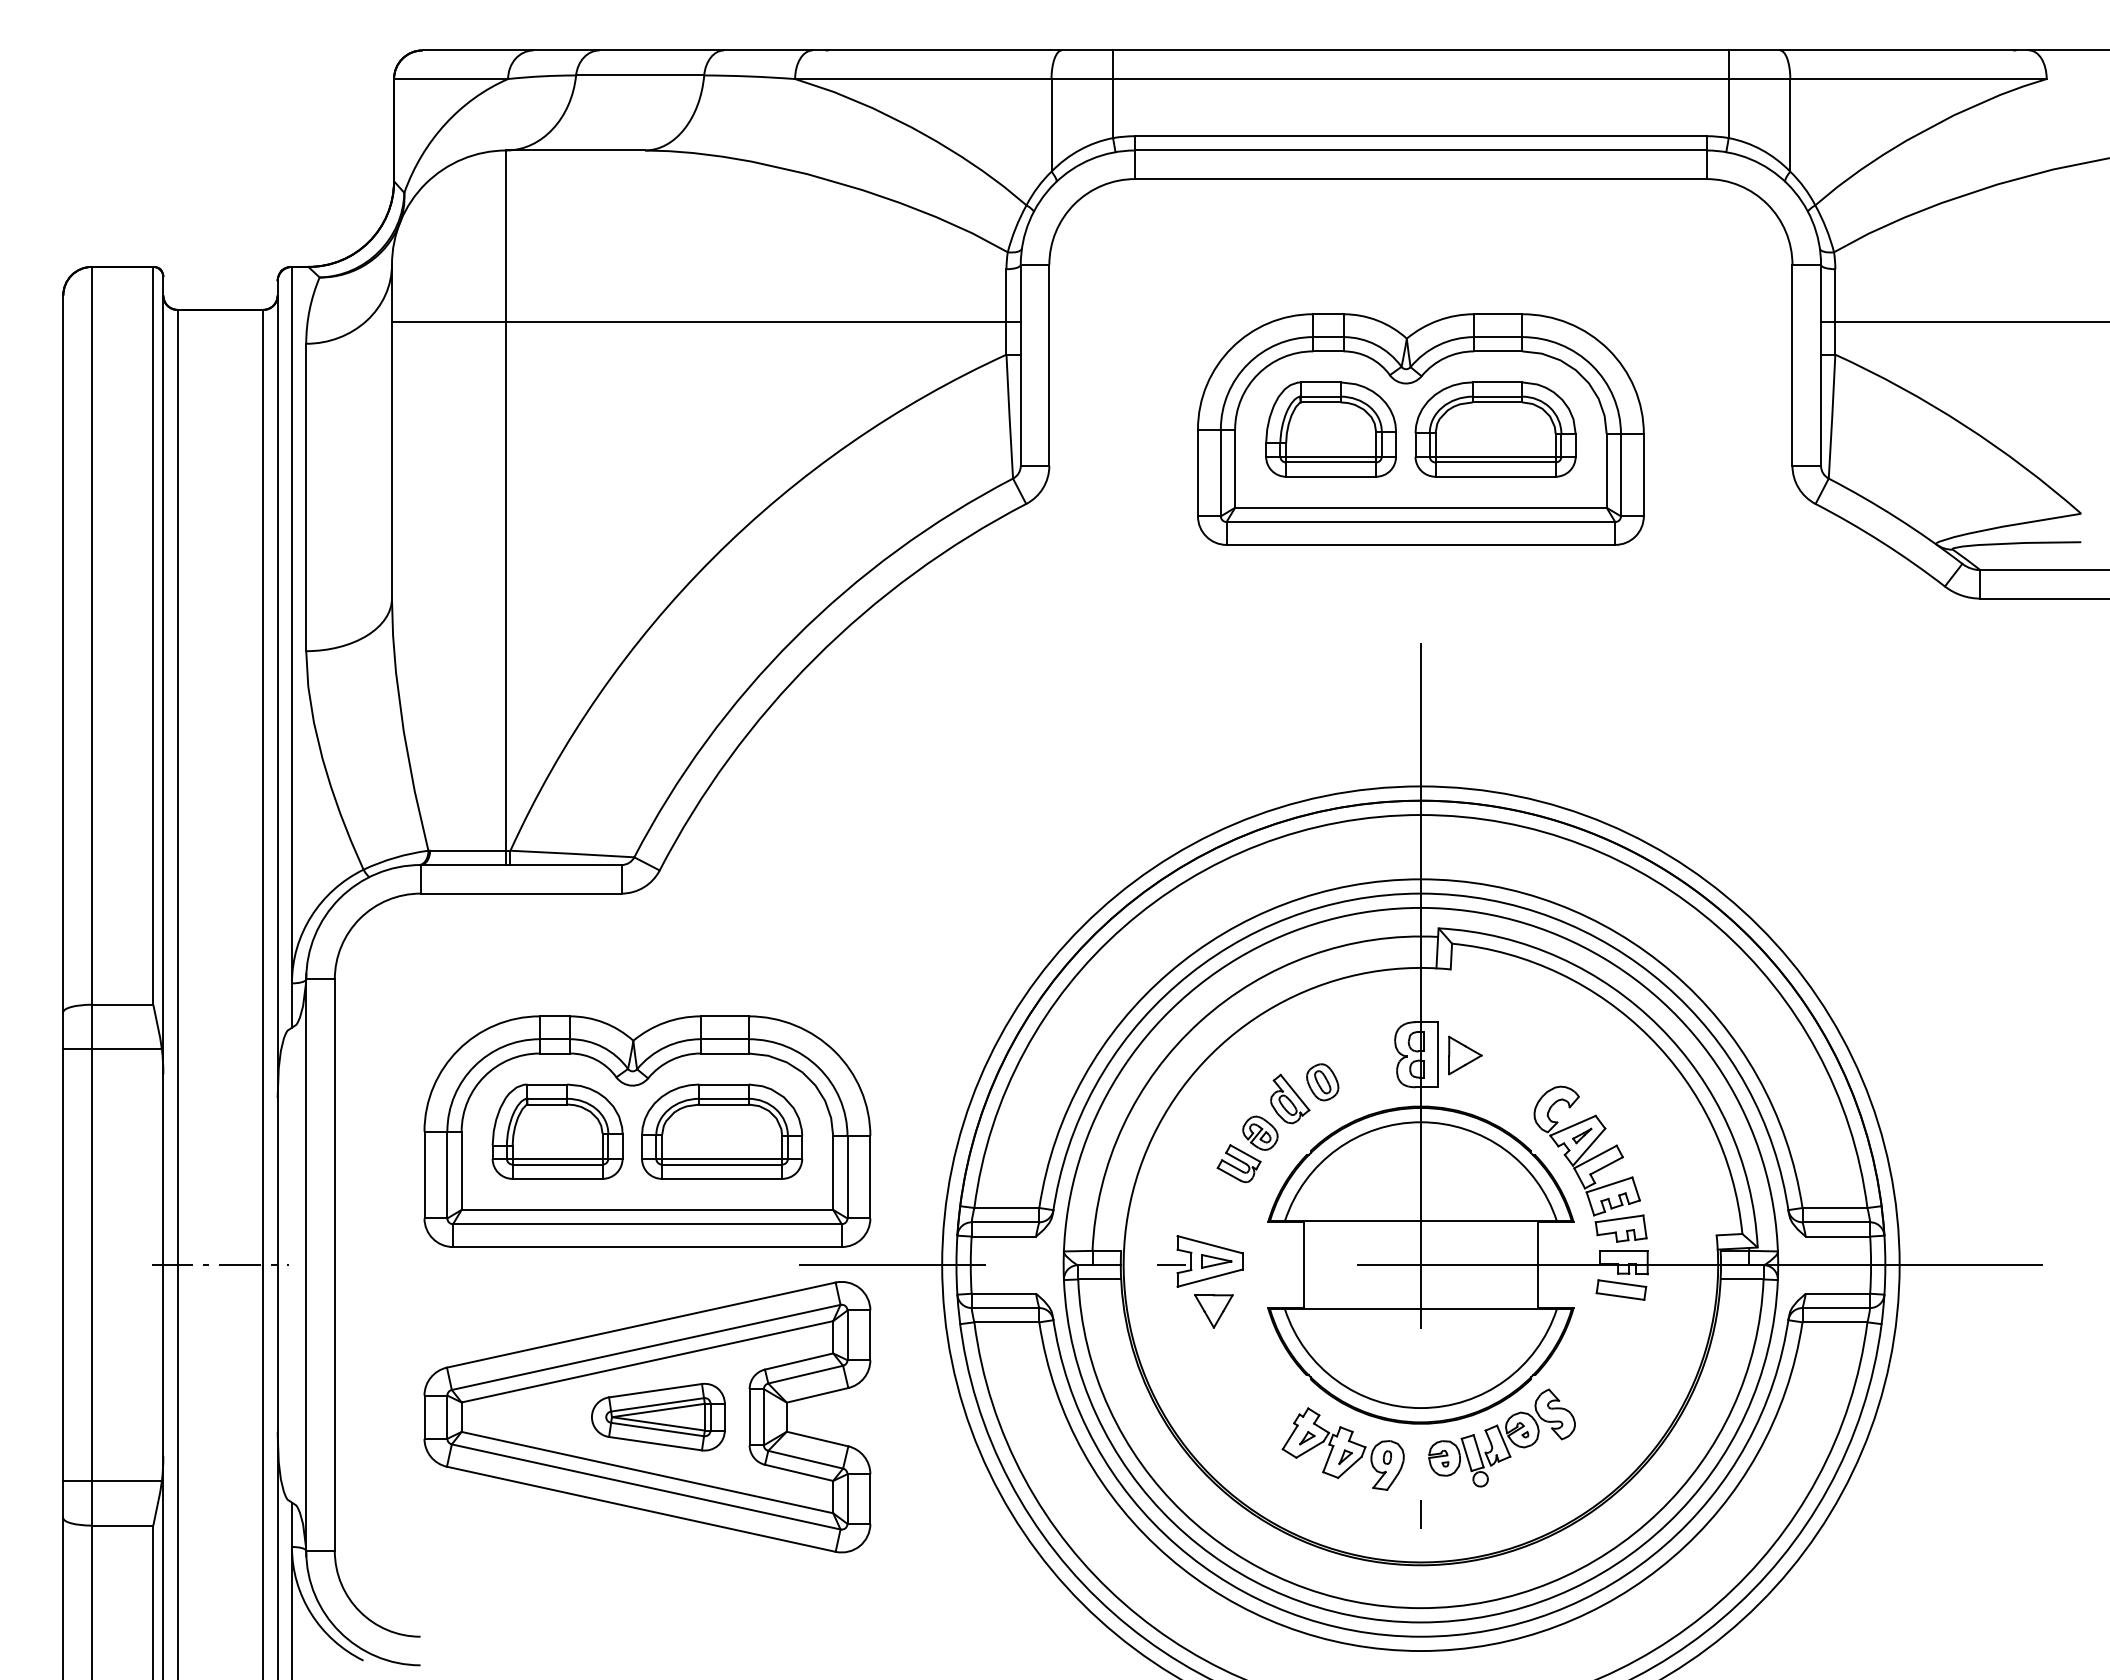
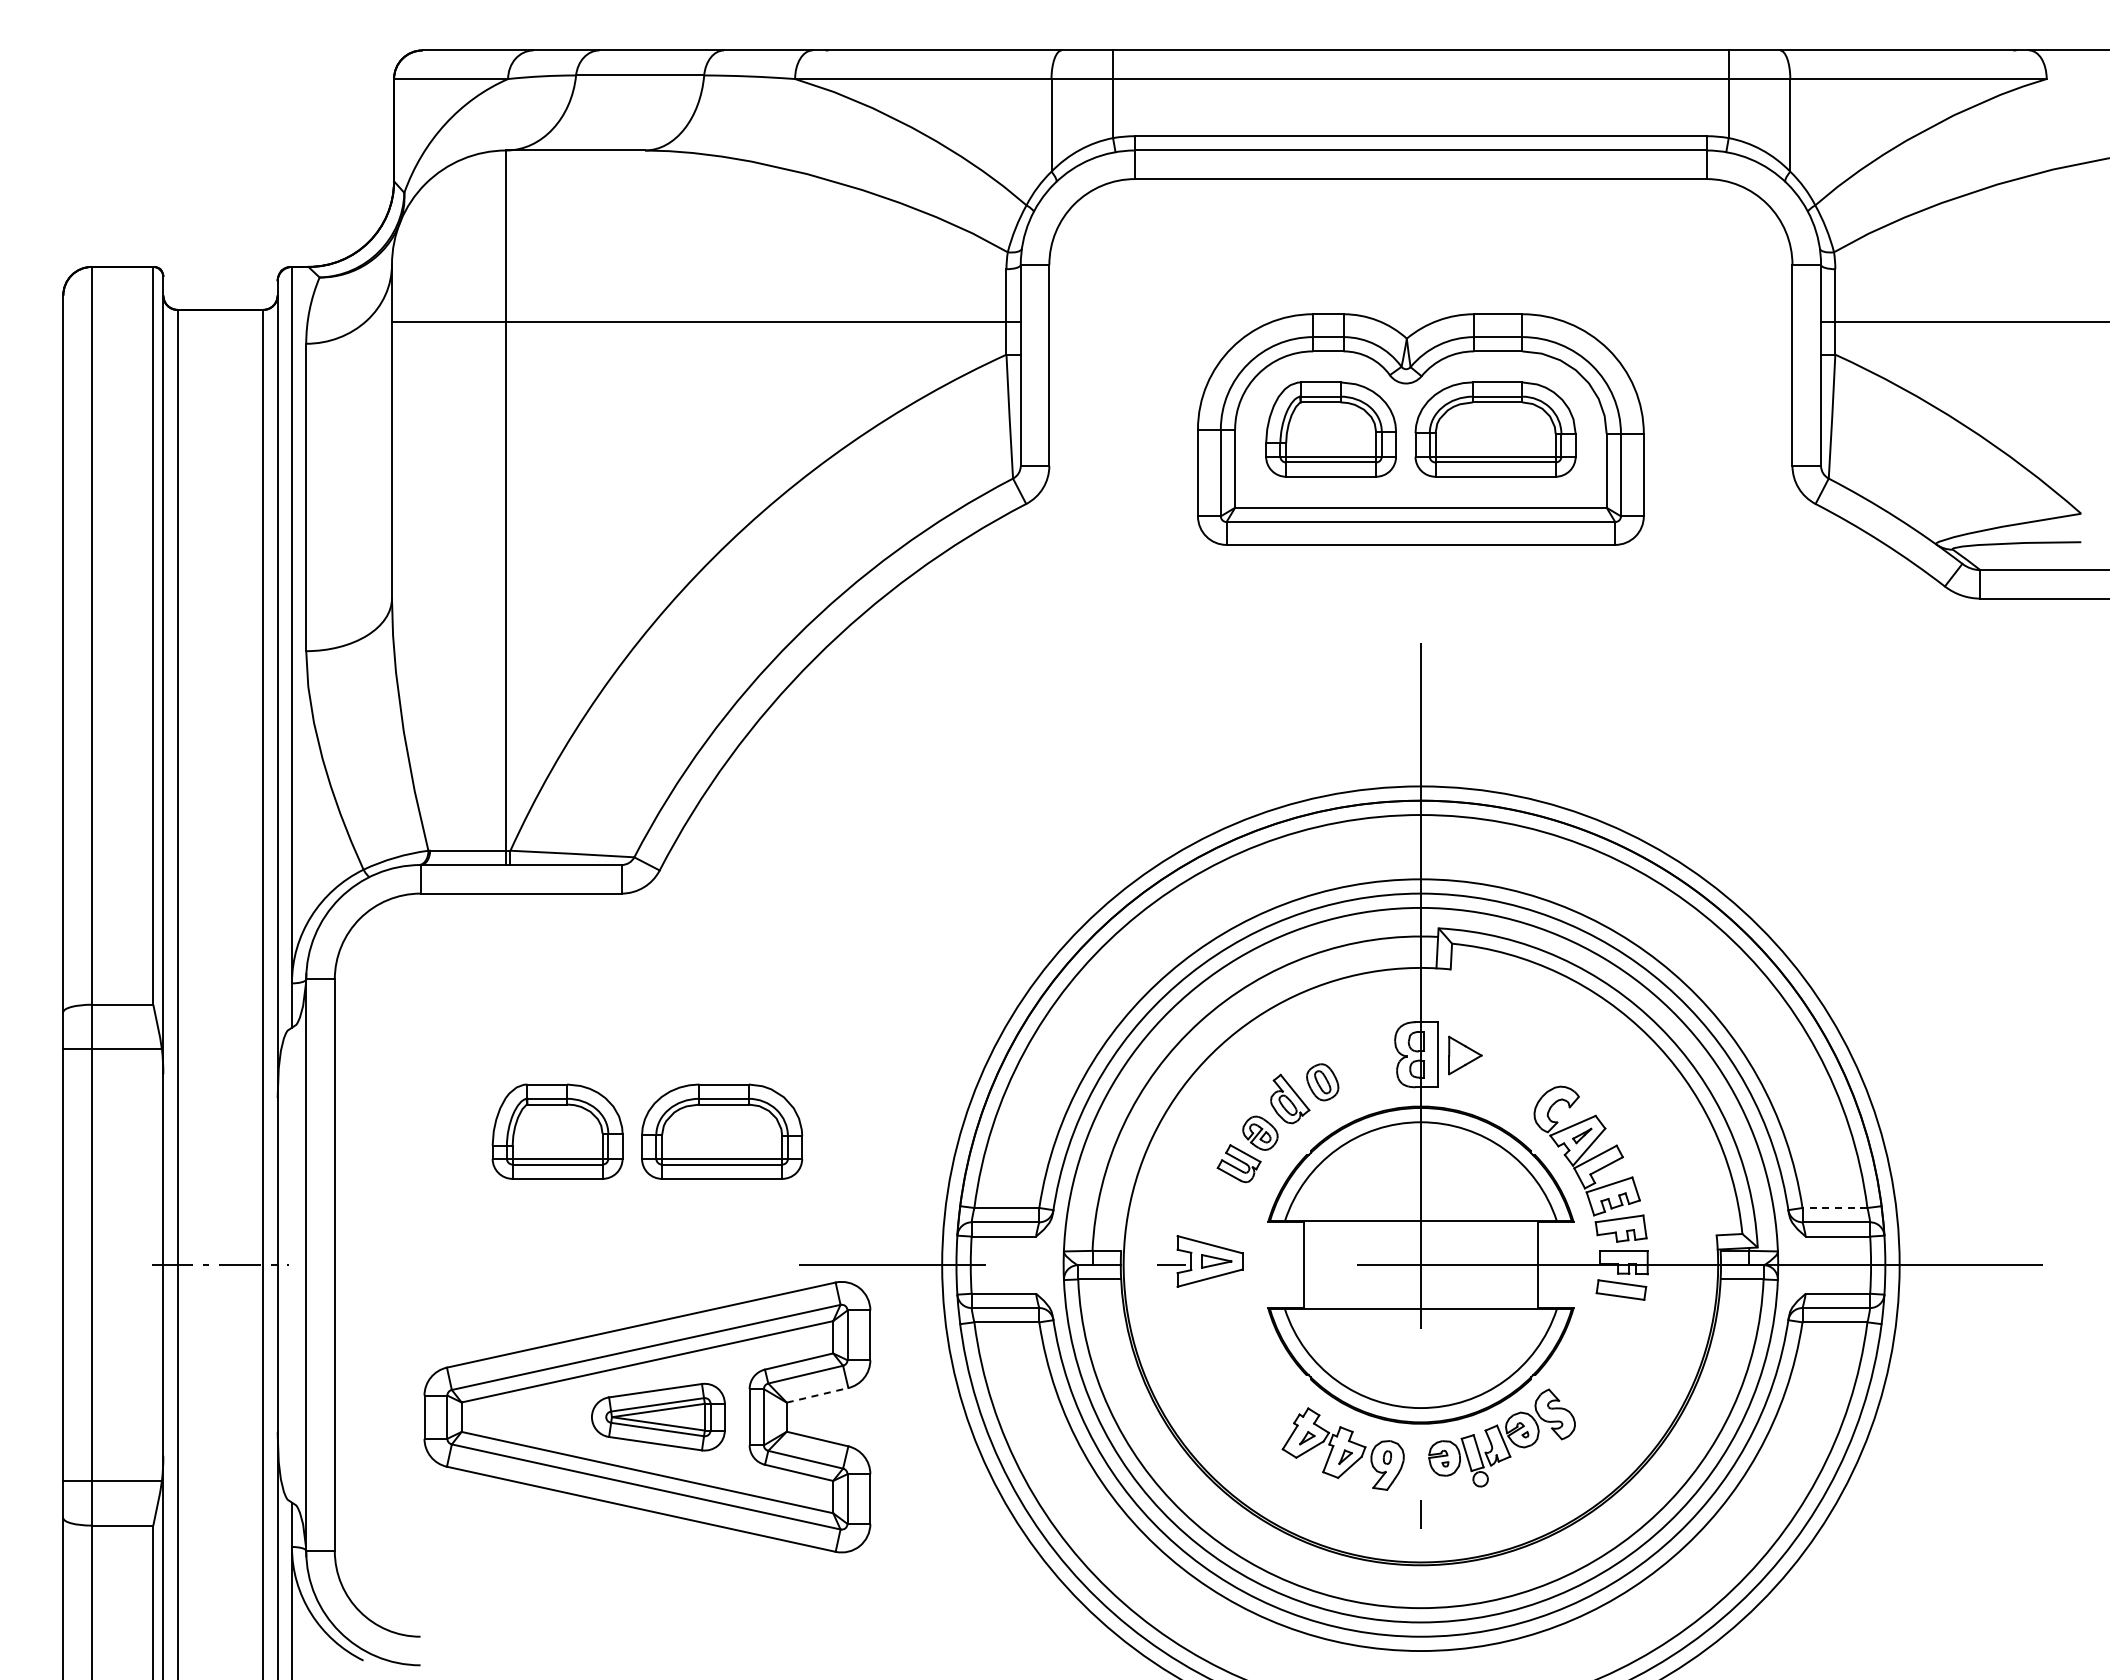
part at (647, 1131): present -> none
line at (1834, 1208): solid -> dashed
part at (1213, 1311): present -> none
line at (817, 1395): solid -> dashed
